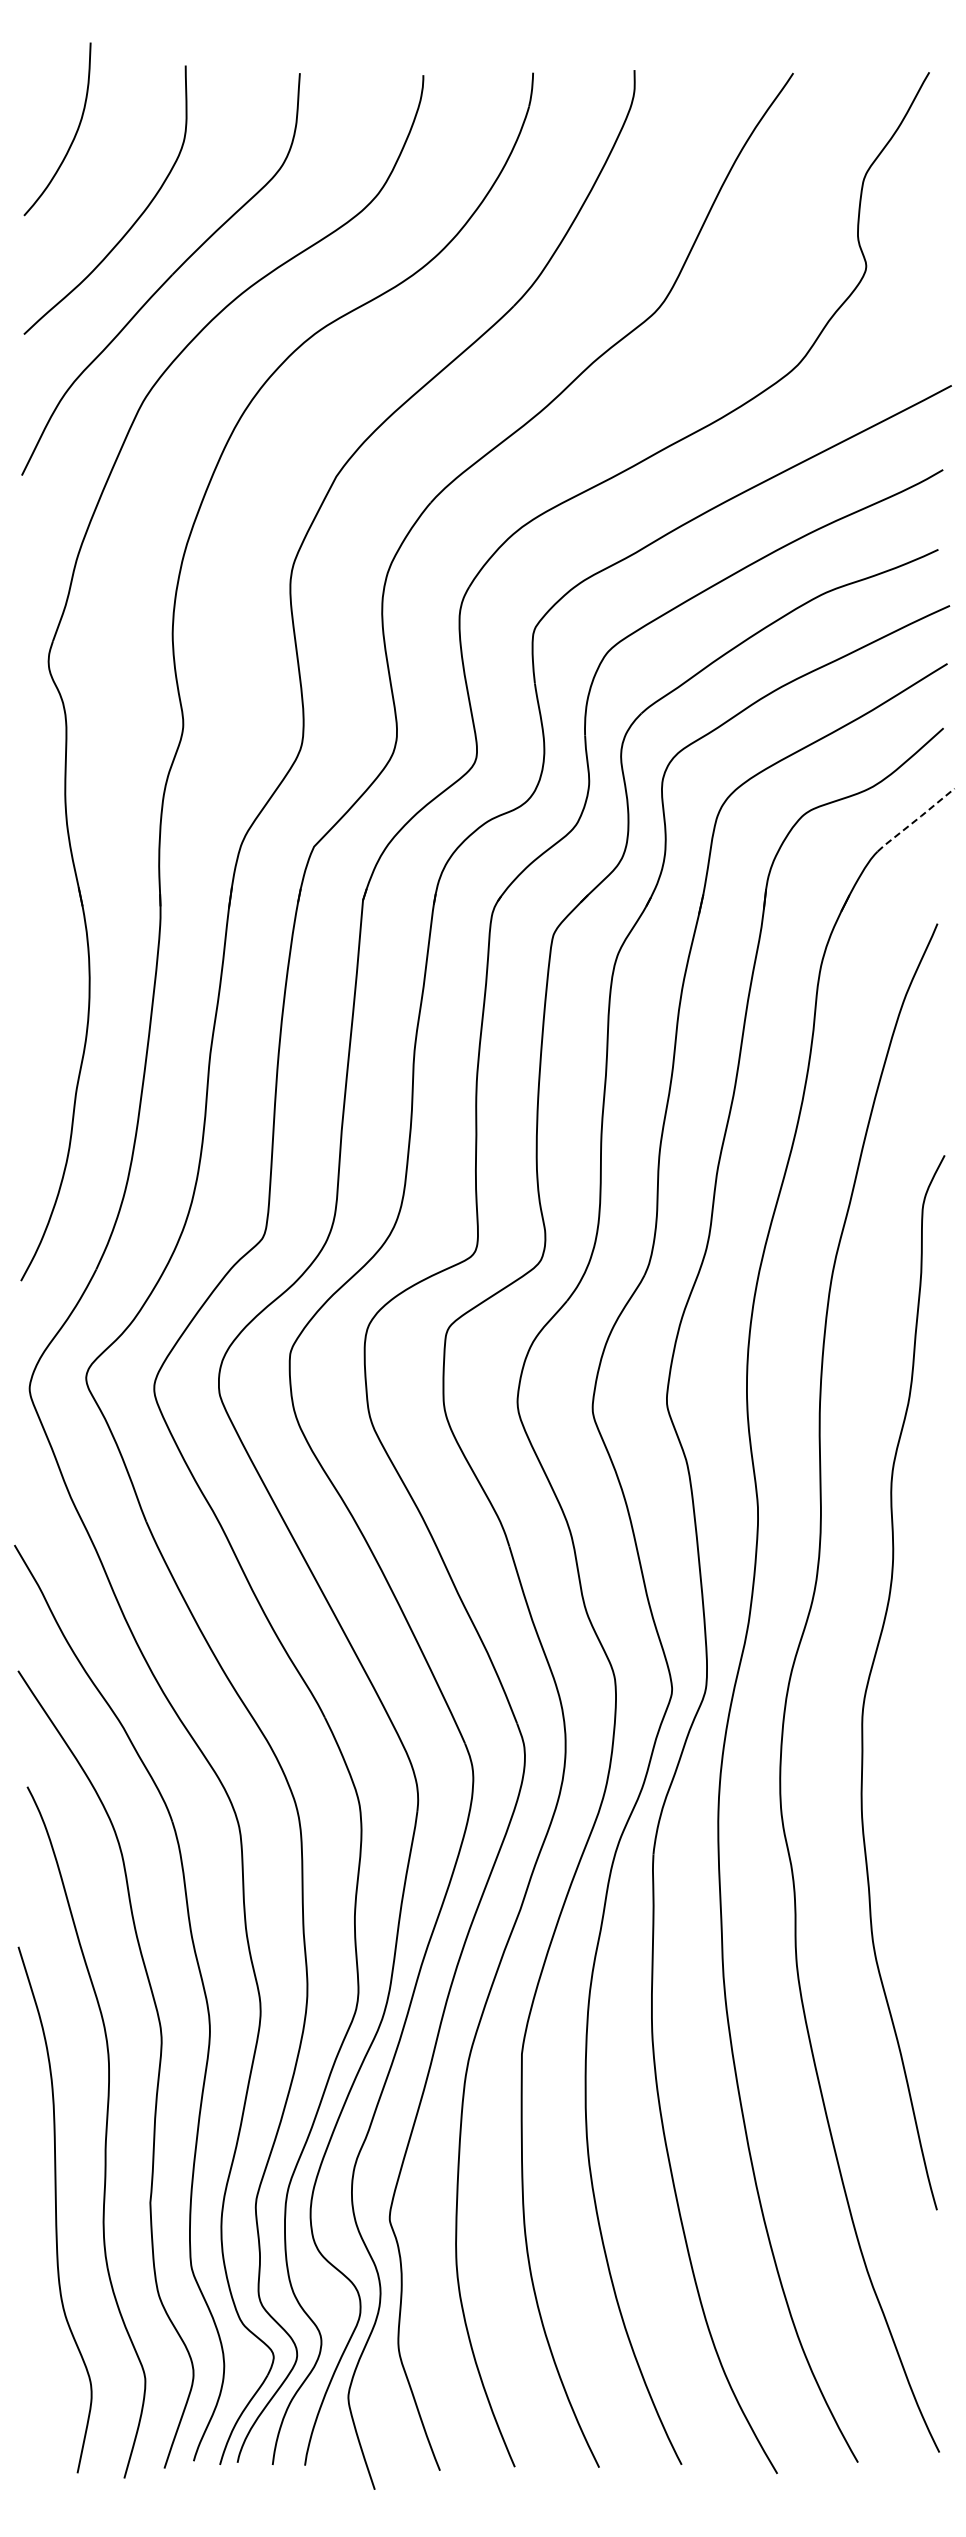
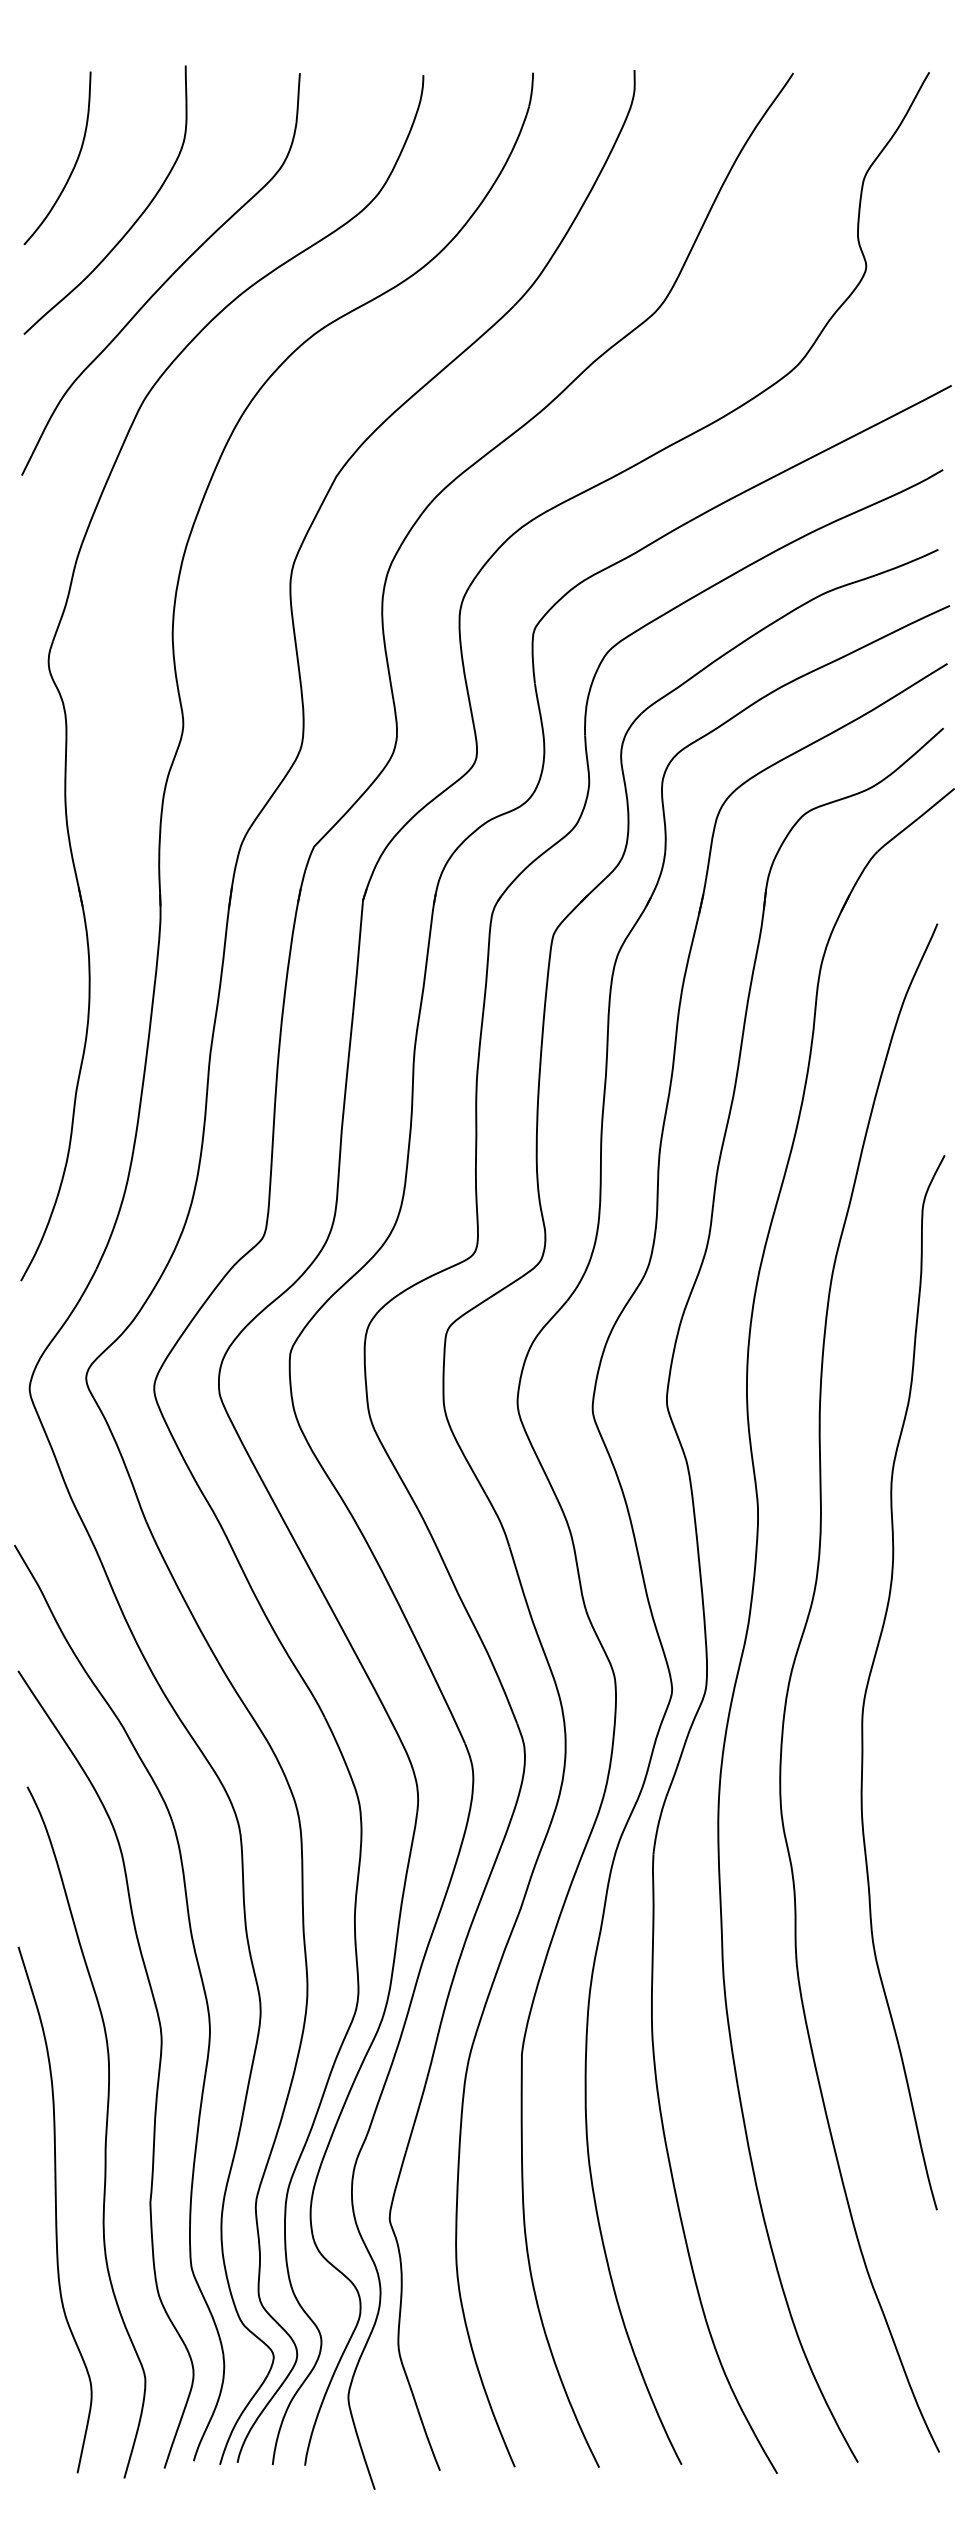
curve at (74, 134) position: (74, 134) -> (74, 163)
line at (916, 819): dashed -> solid
